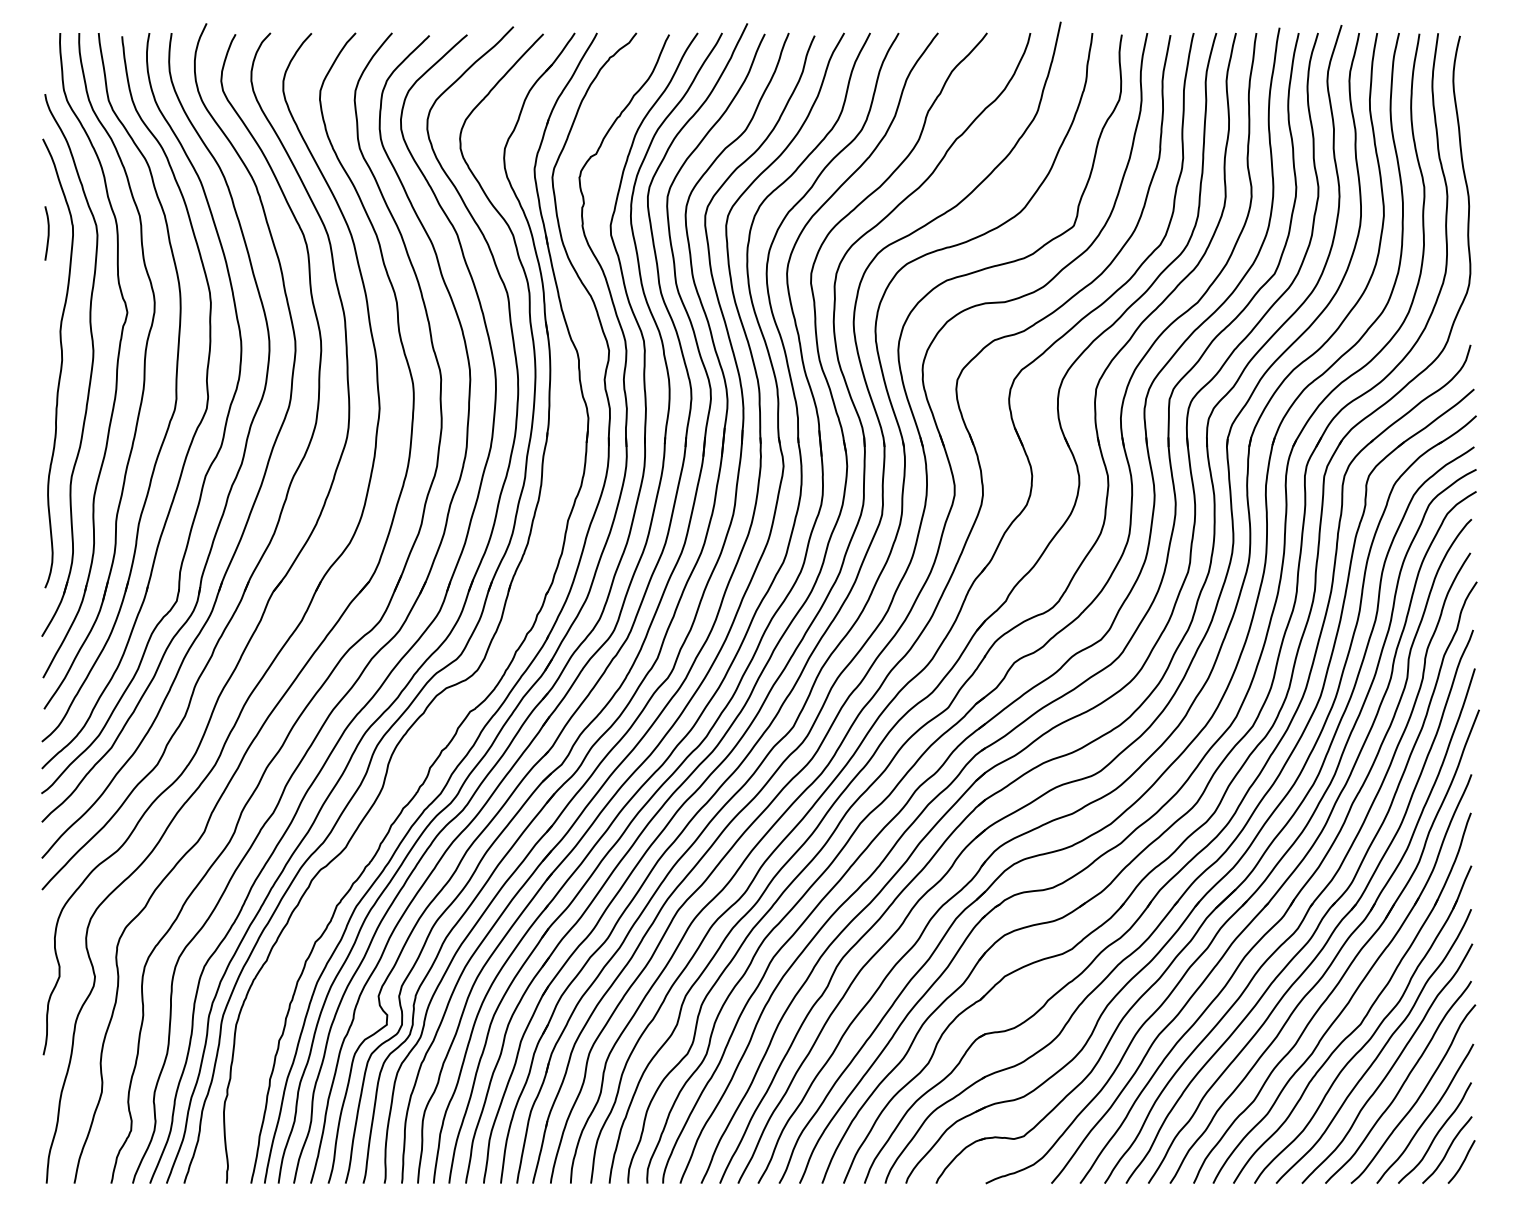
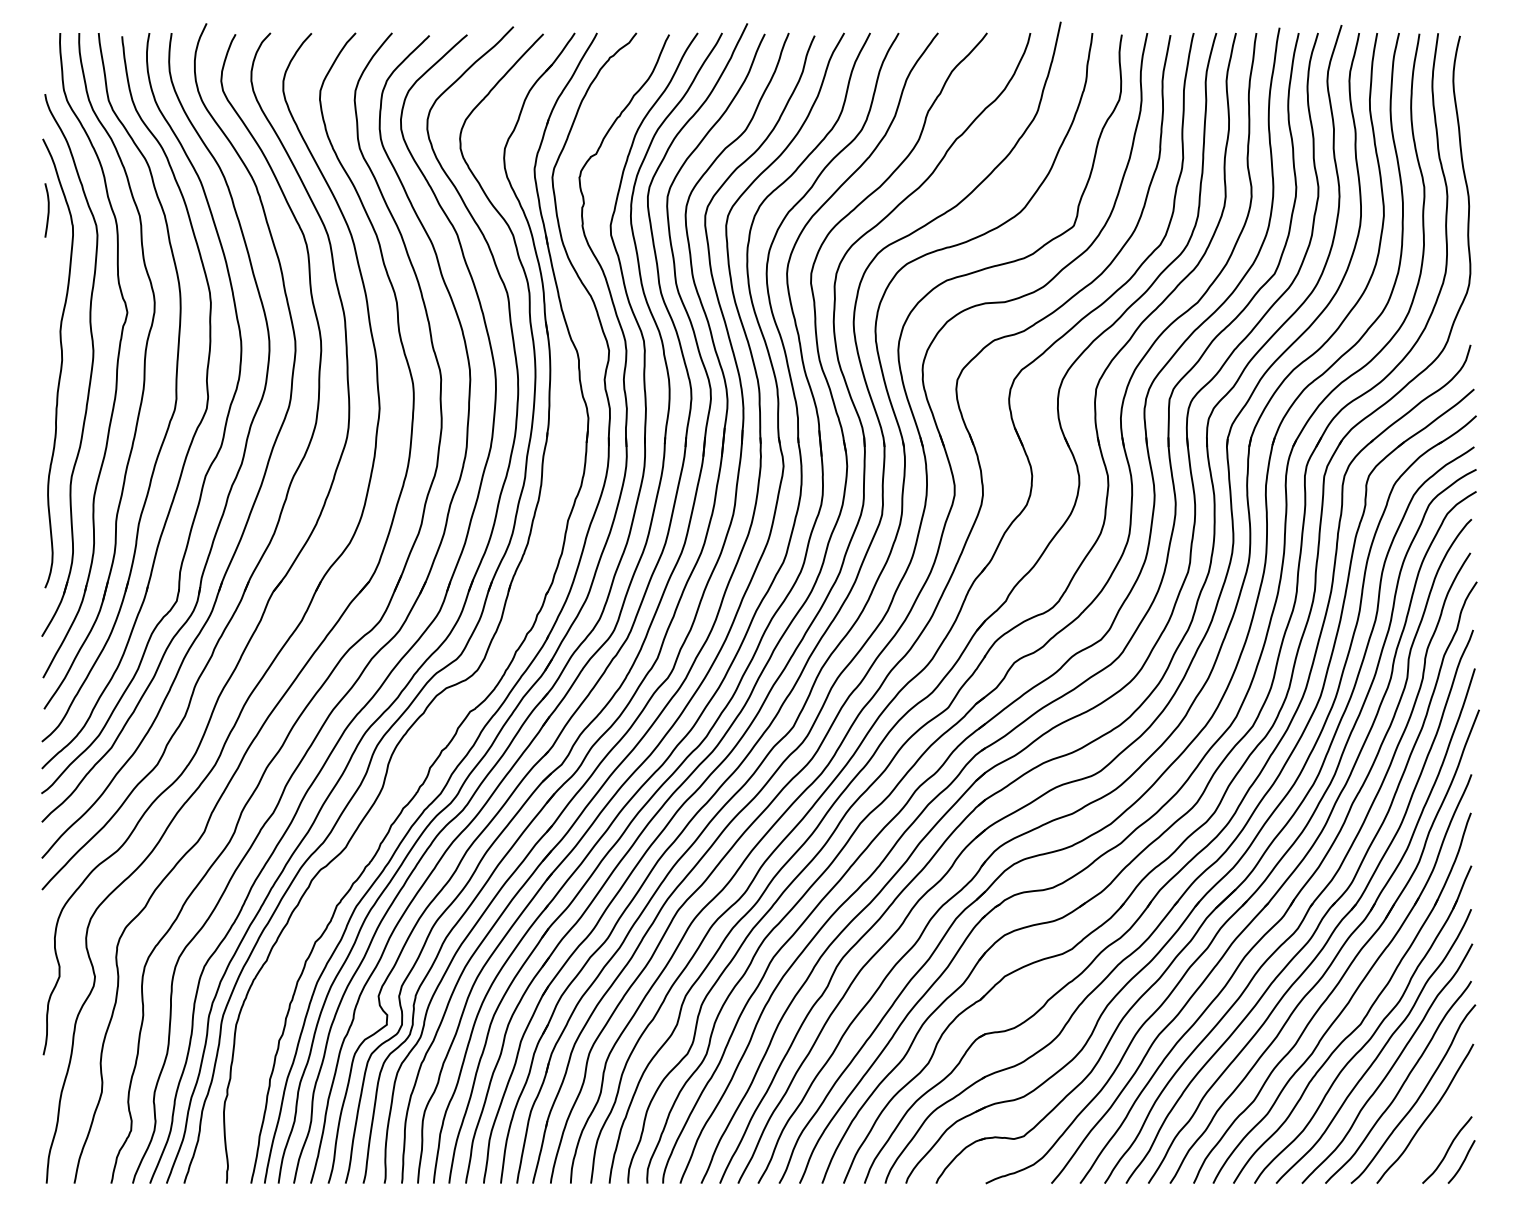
curve at (47, 233) position: (47, 233) -> (47, 210)
curve at (1436, 1133): present -> none
